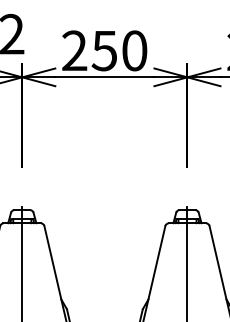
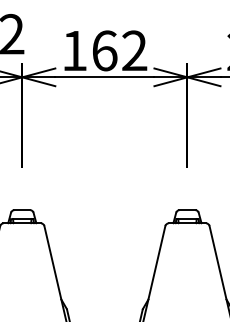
text at (104, 50): 250 -> 162
line at (22, 262): present -> none
line at (187, 262): present -> none
